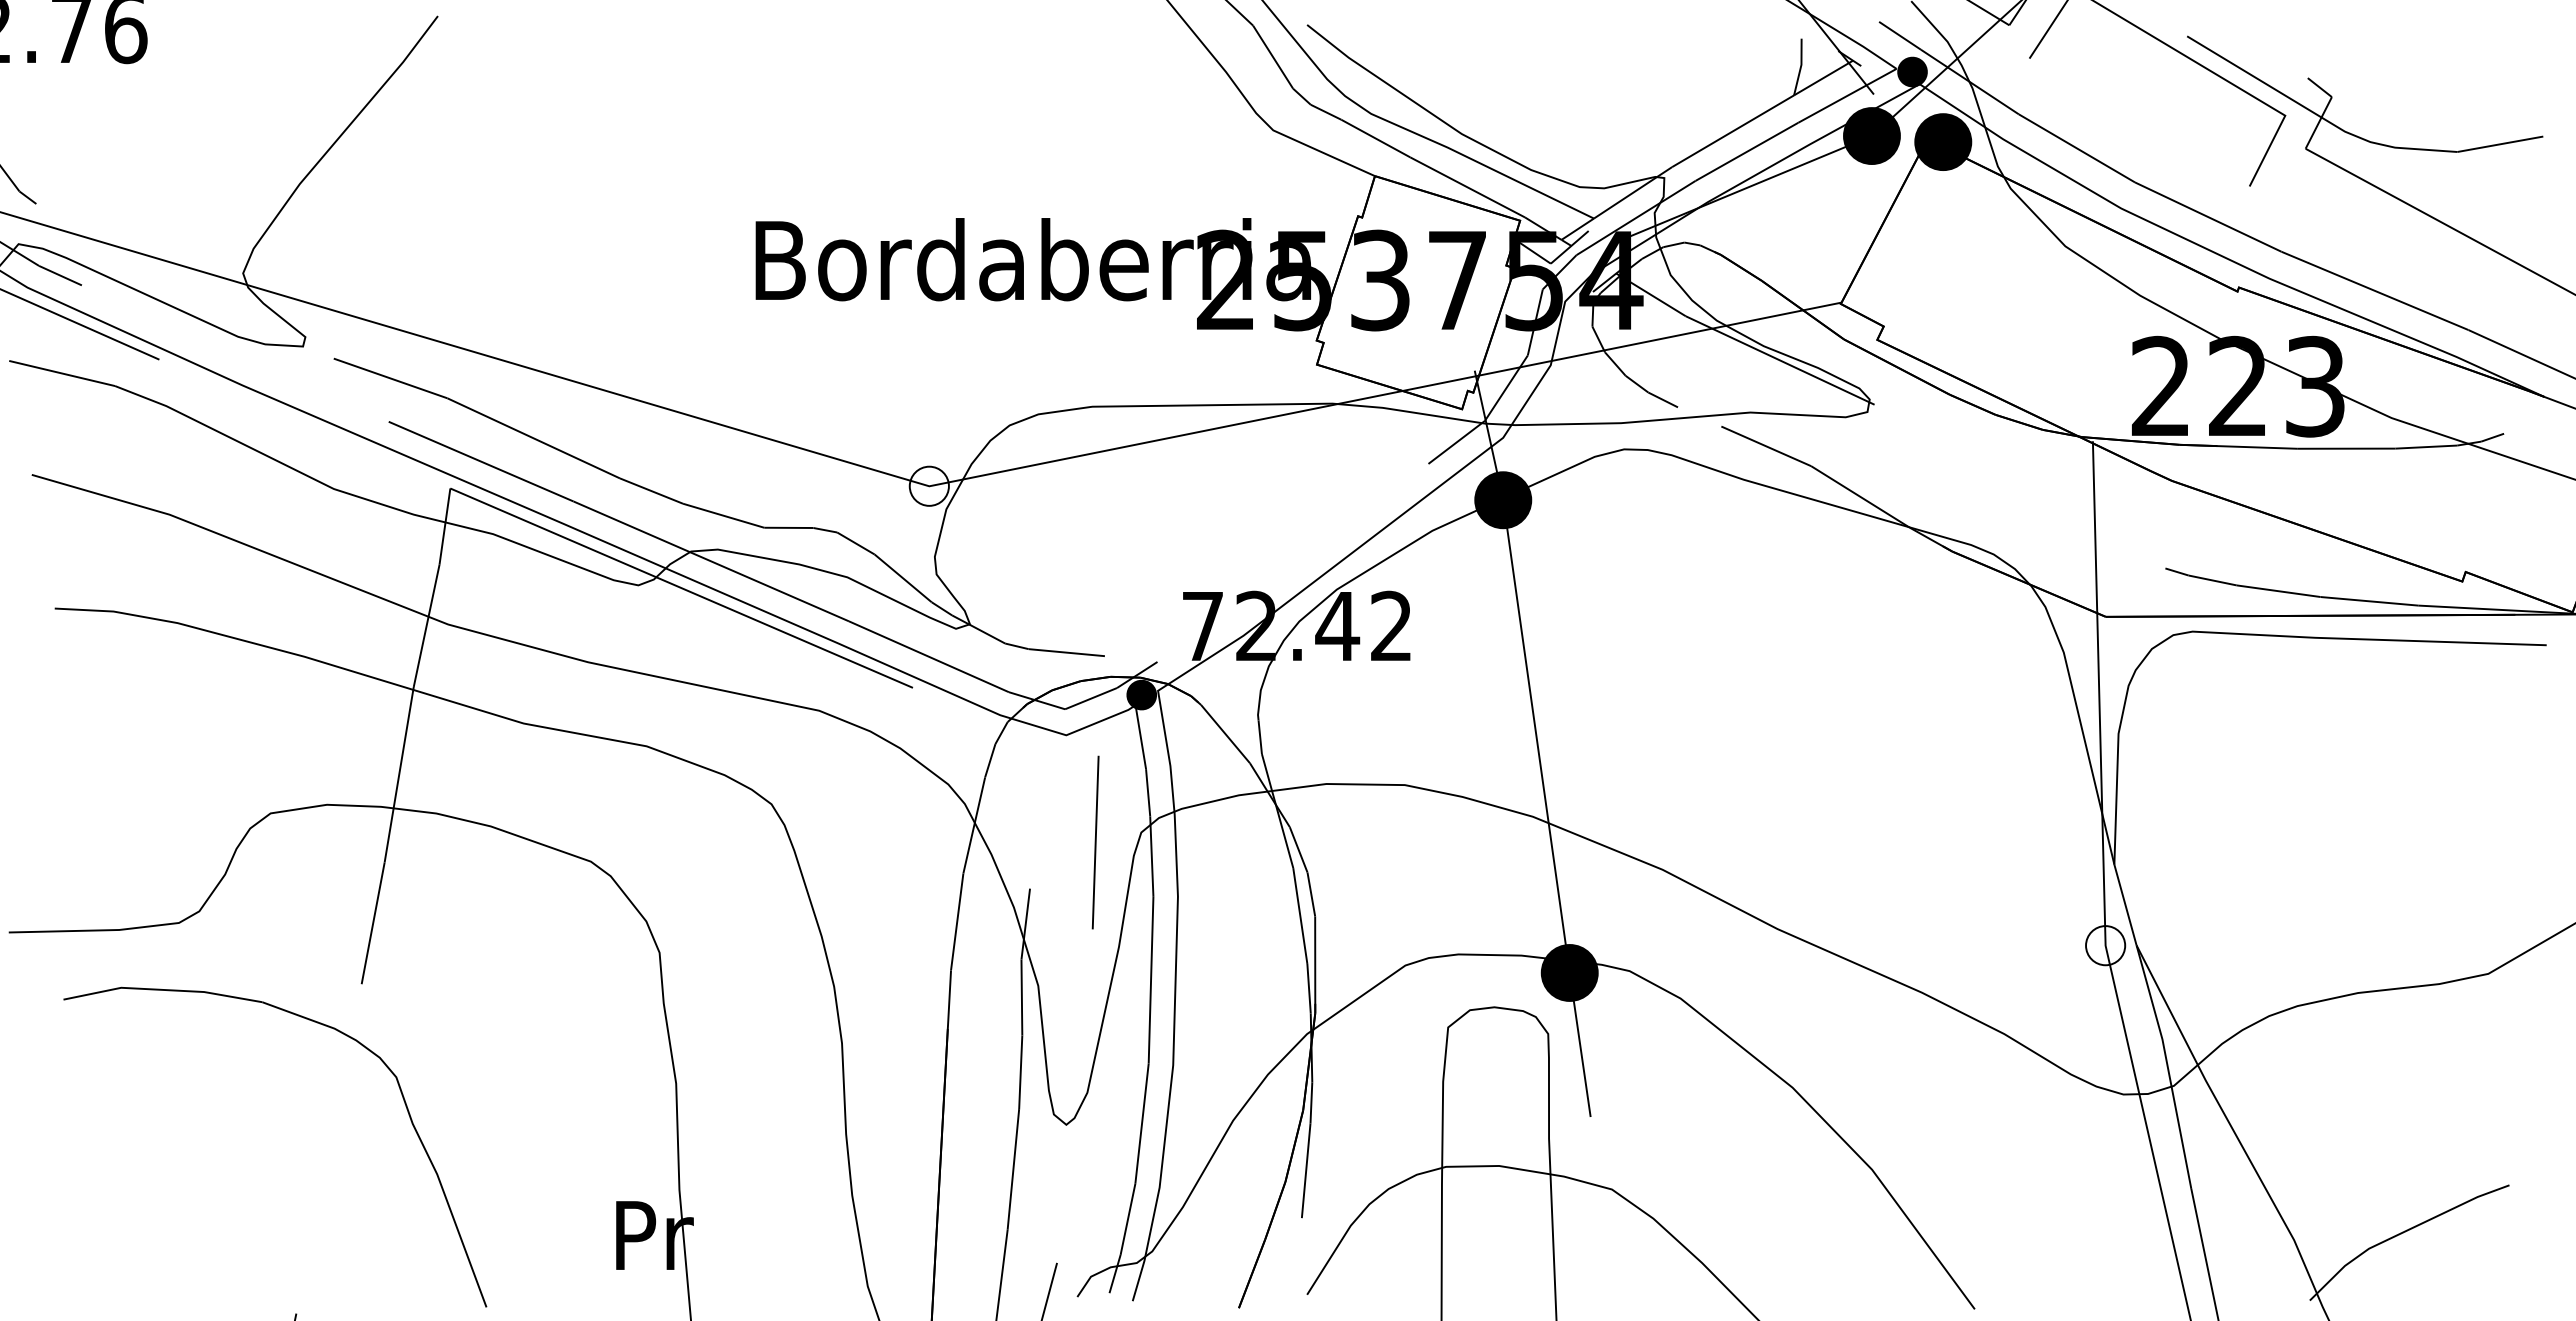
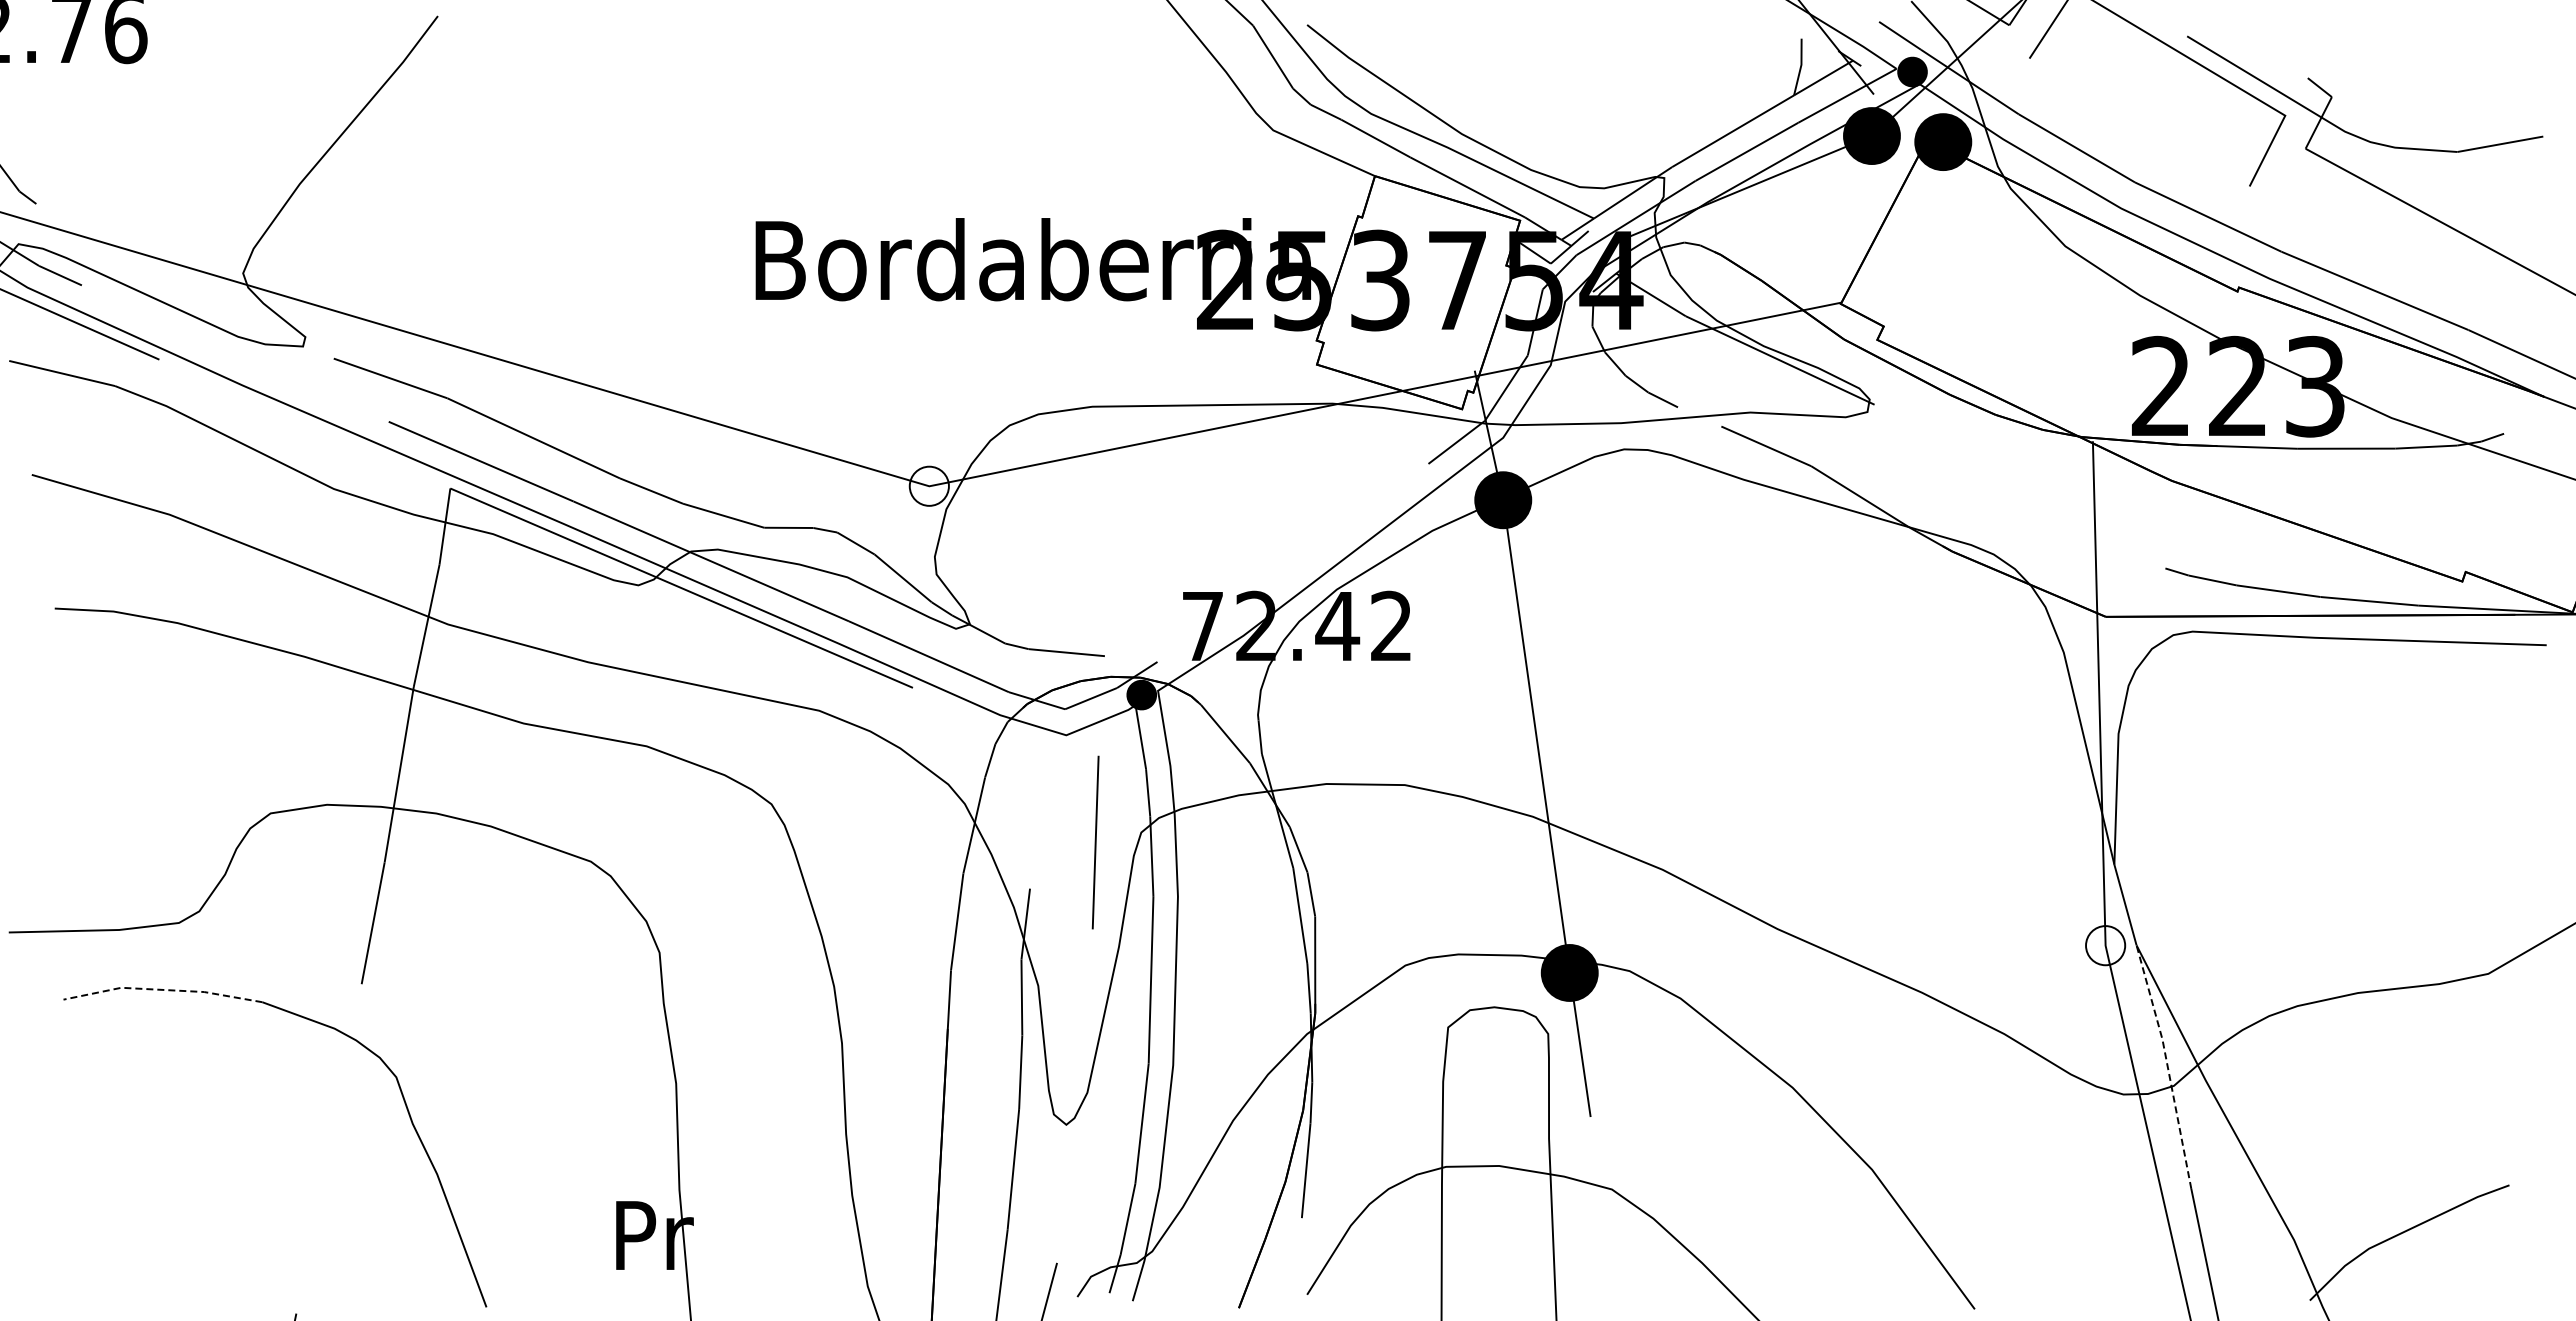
line at (162, 989): solid -> dashed
line at (2167, 1065): solid -> dashed
